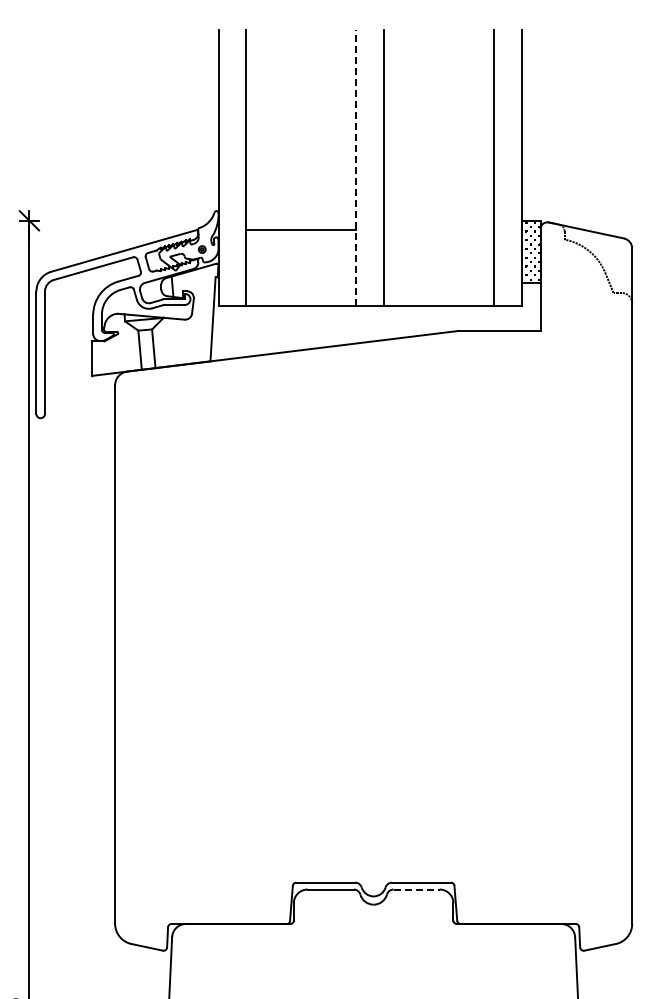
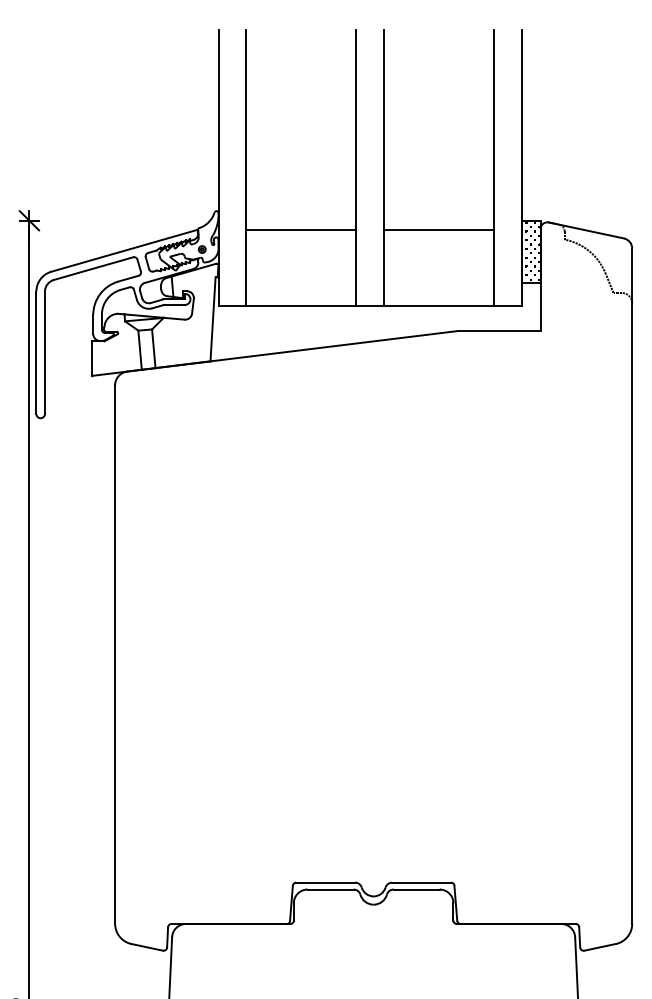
line at (356, 167): dashed -> solid
line at (439, 229): none -> present
line at (417, 889): dashed -> solid
